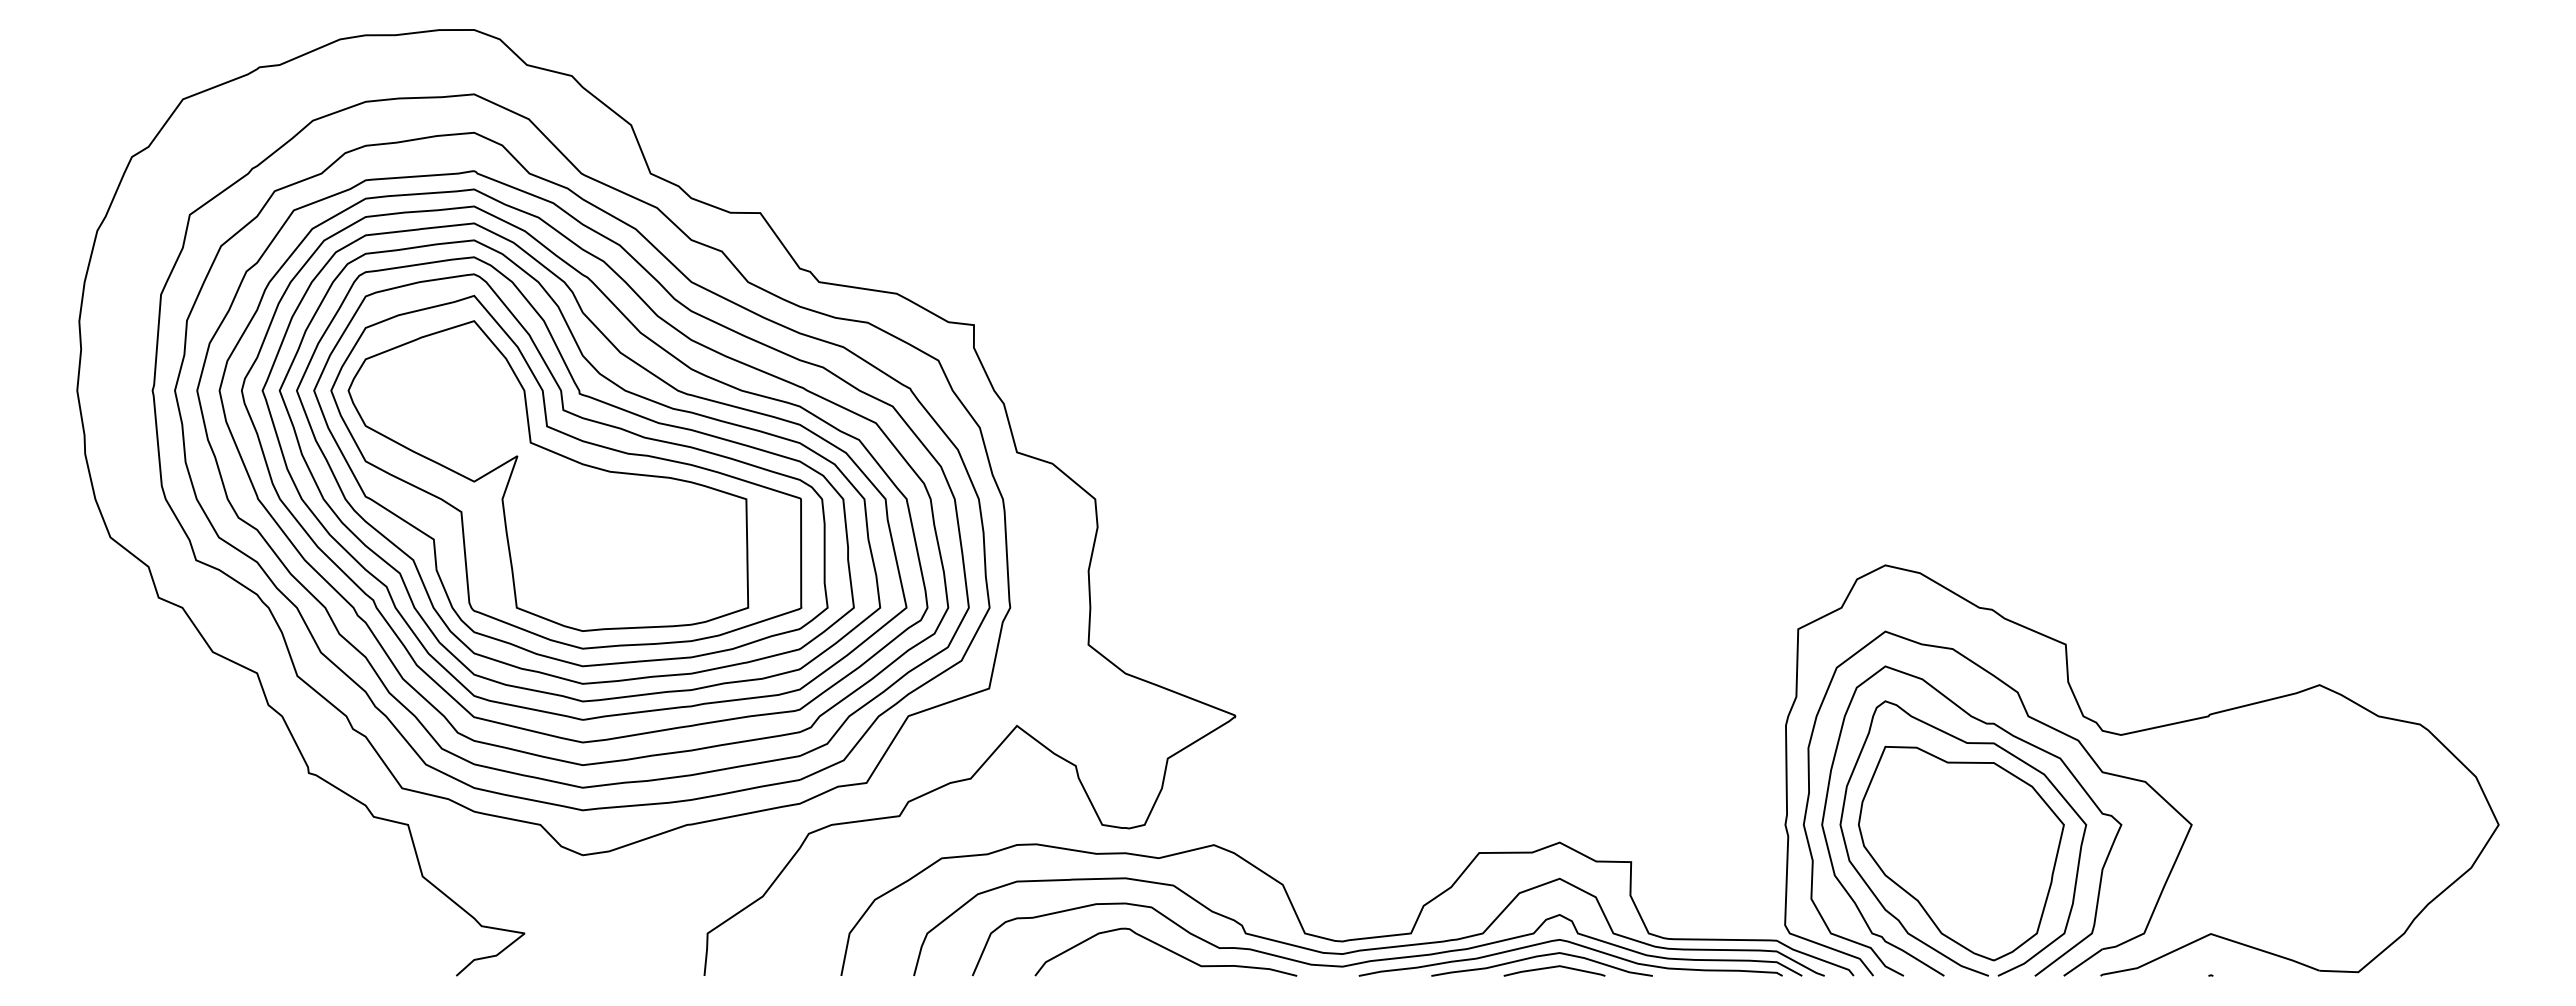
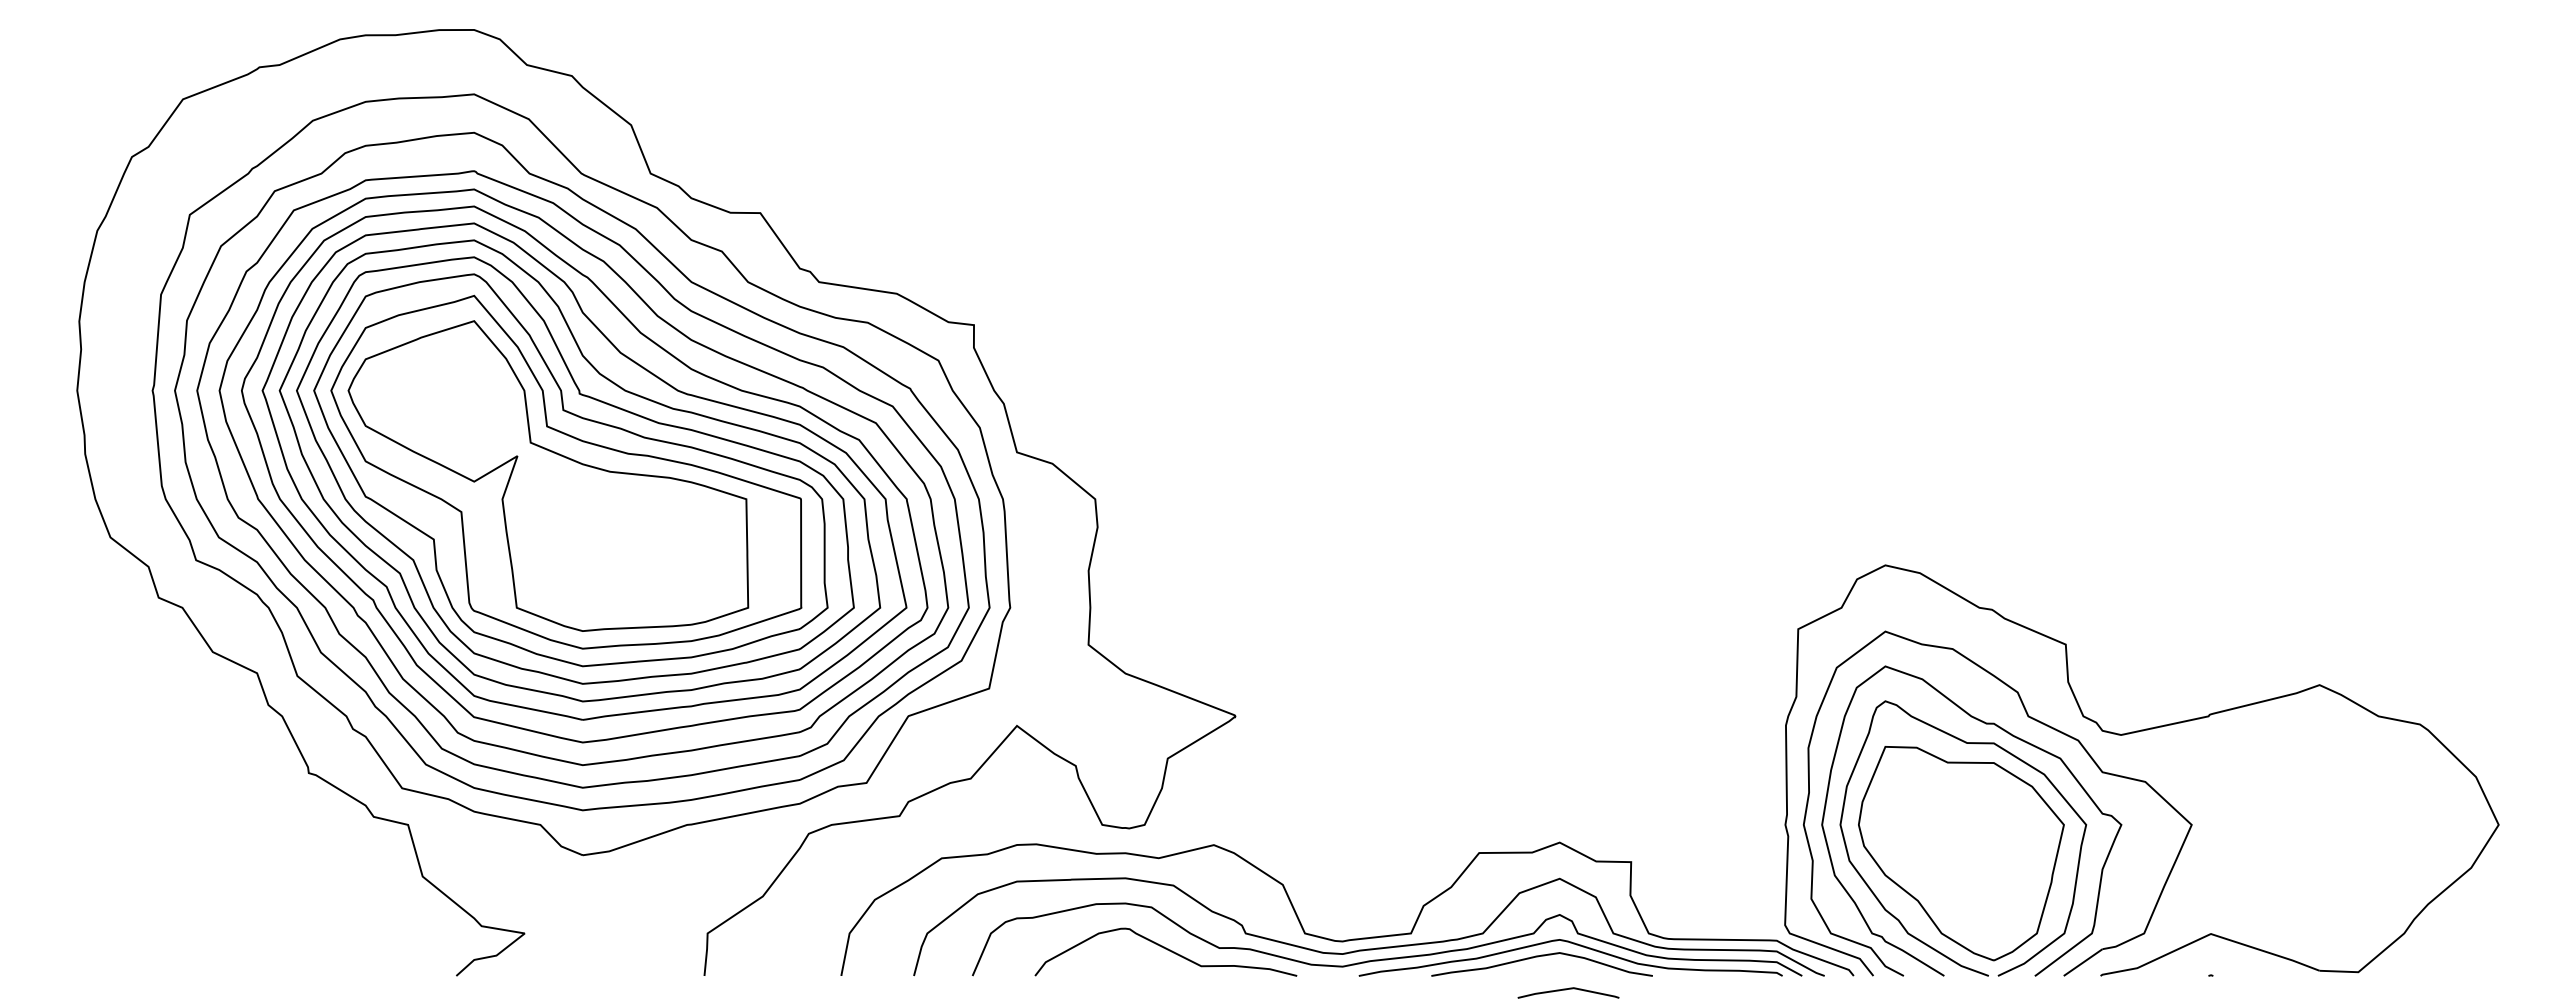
line at (1552, 968) position: (1552, 968) -> (1566, 990)
